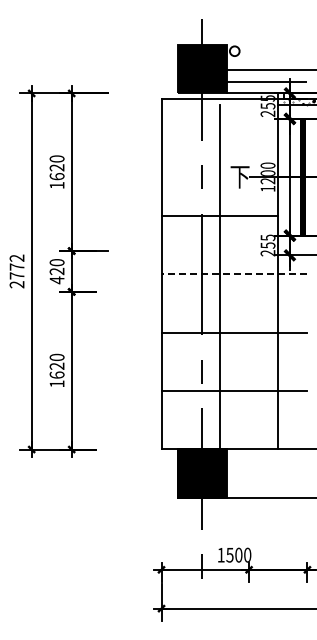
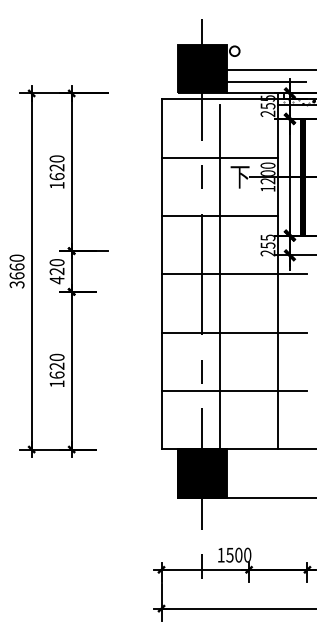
line at (219, 157): none -> present
text at (16, 271): 2772 -> 3660
line at (234, 274): dashed -> solid
